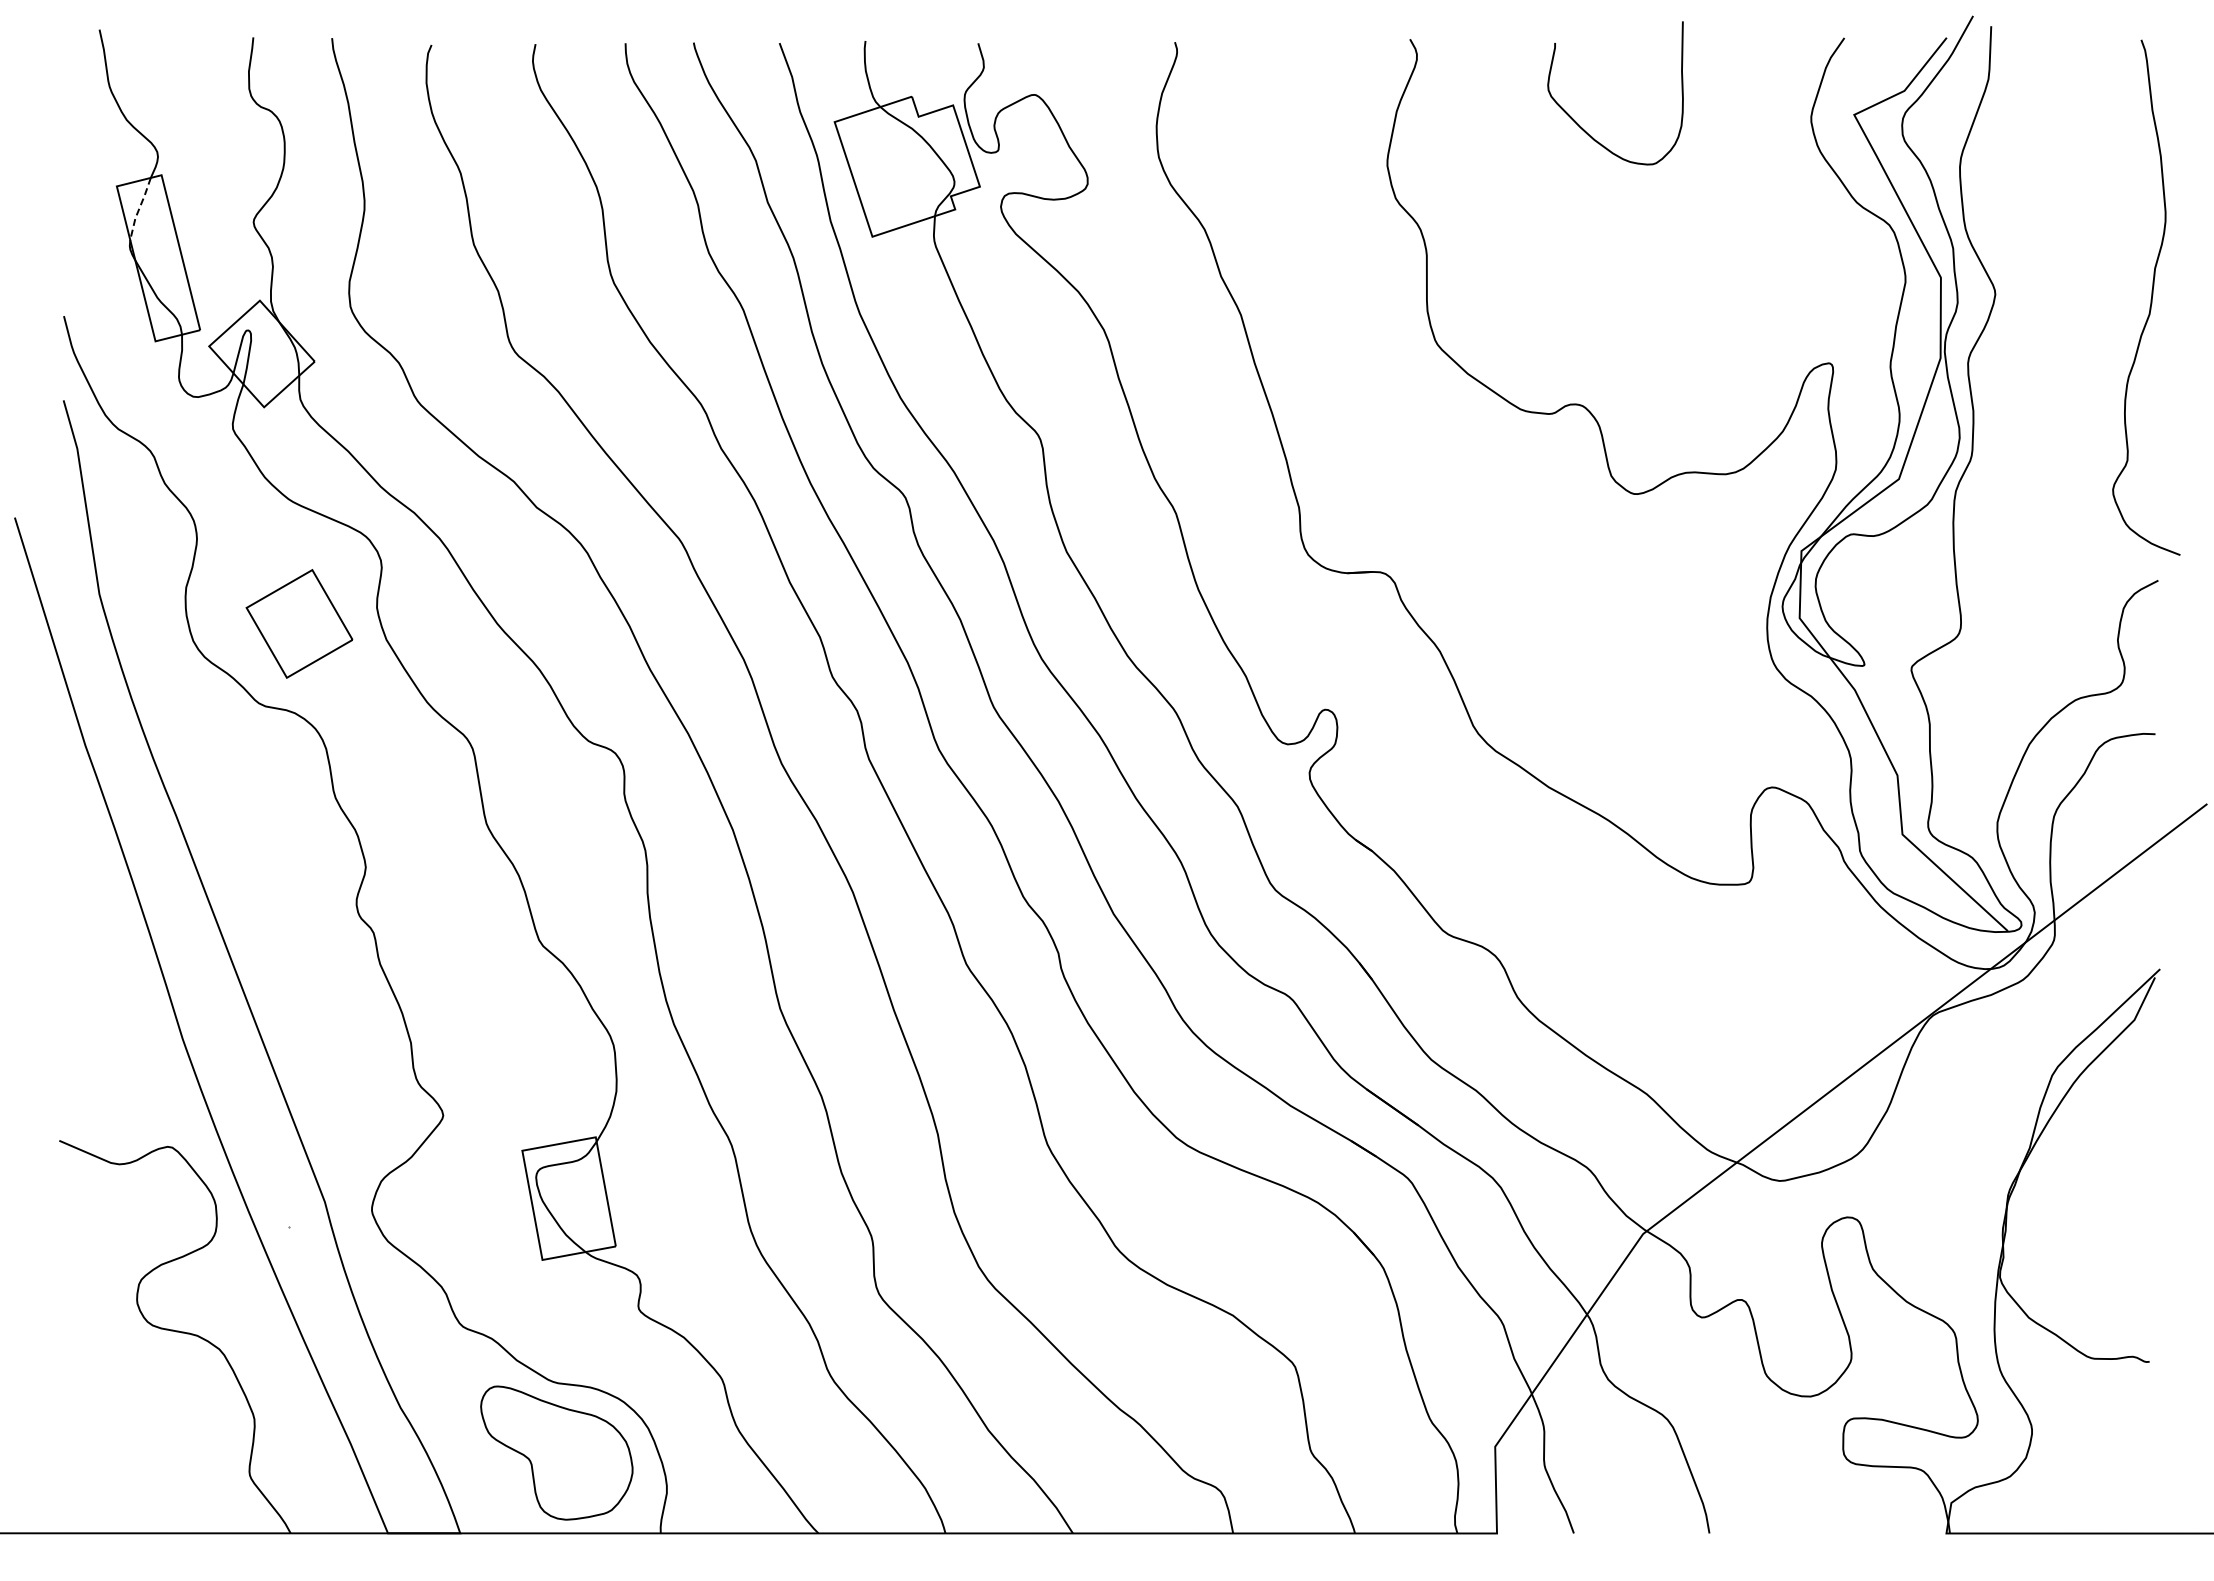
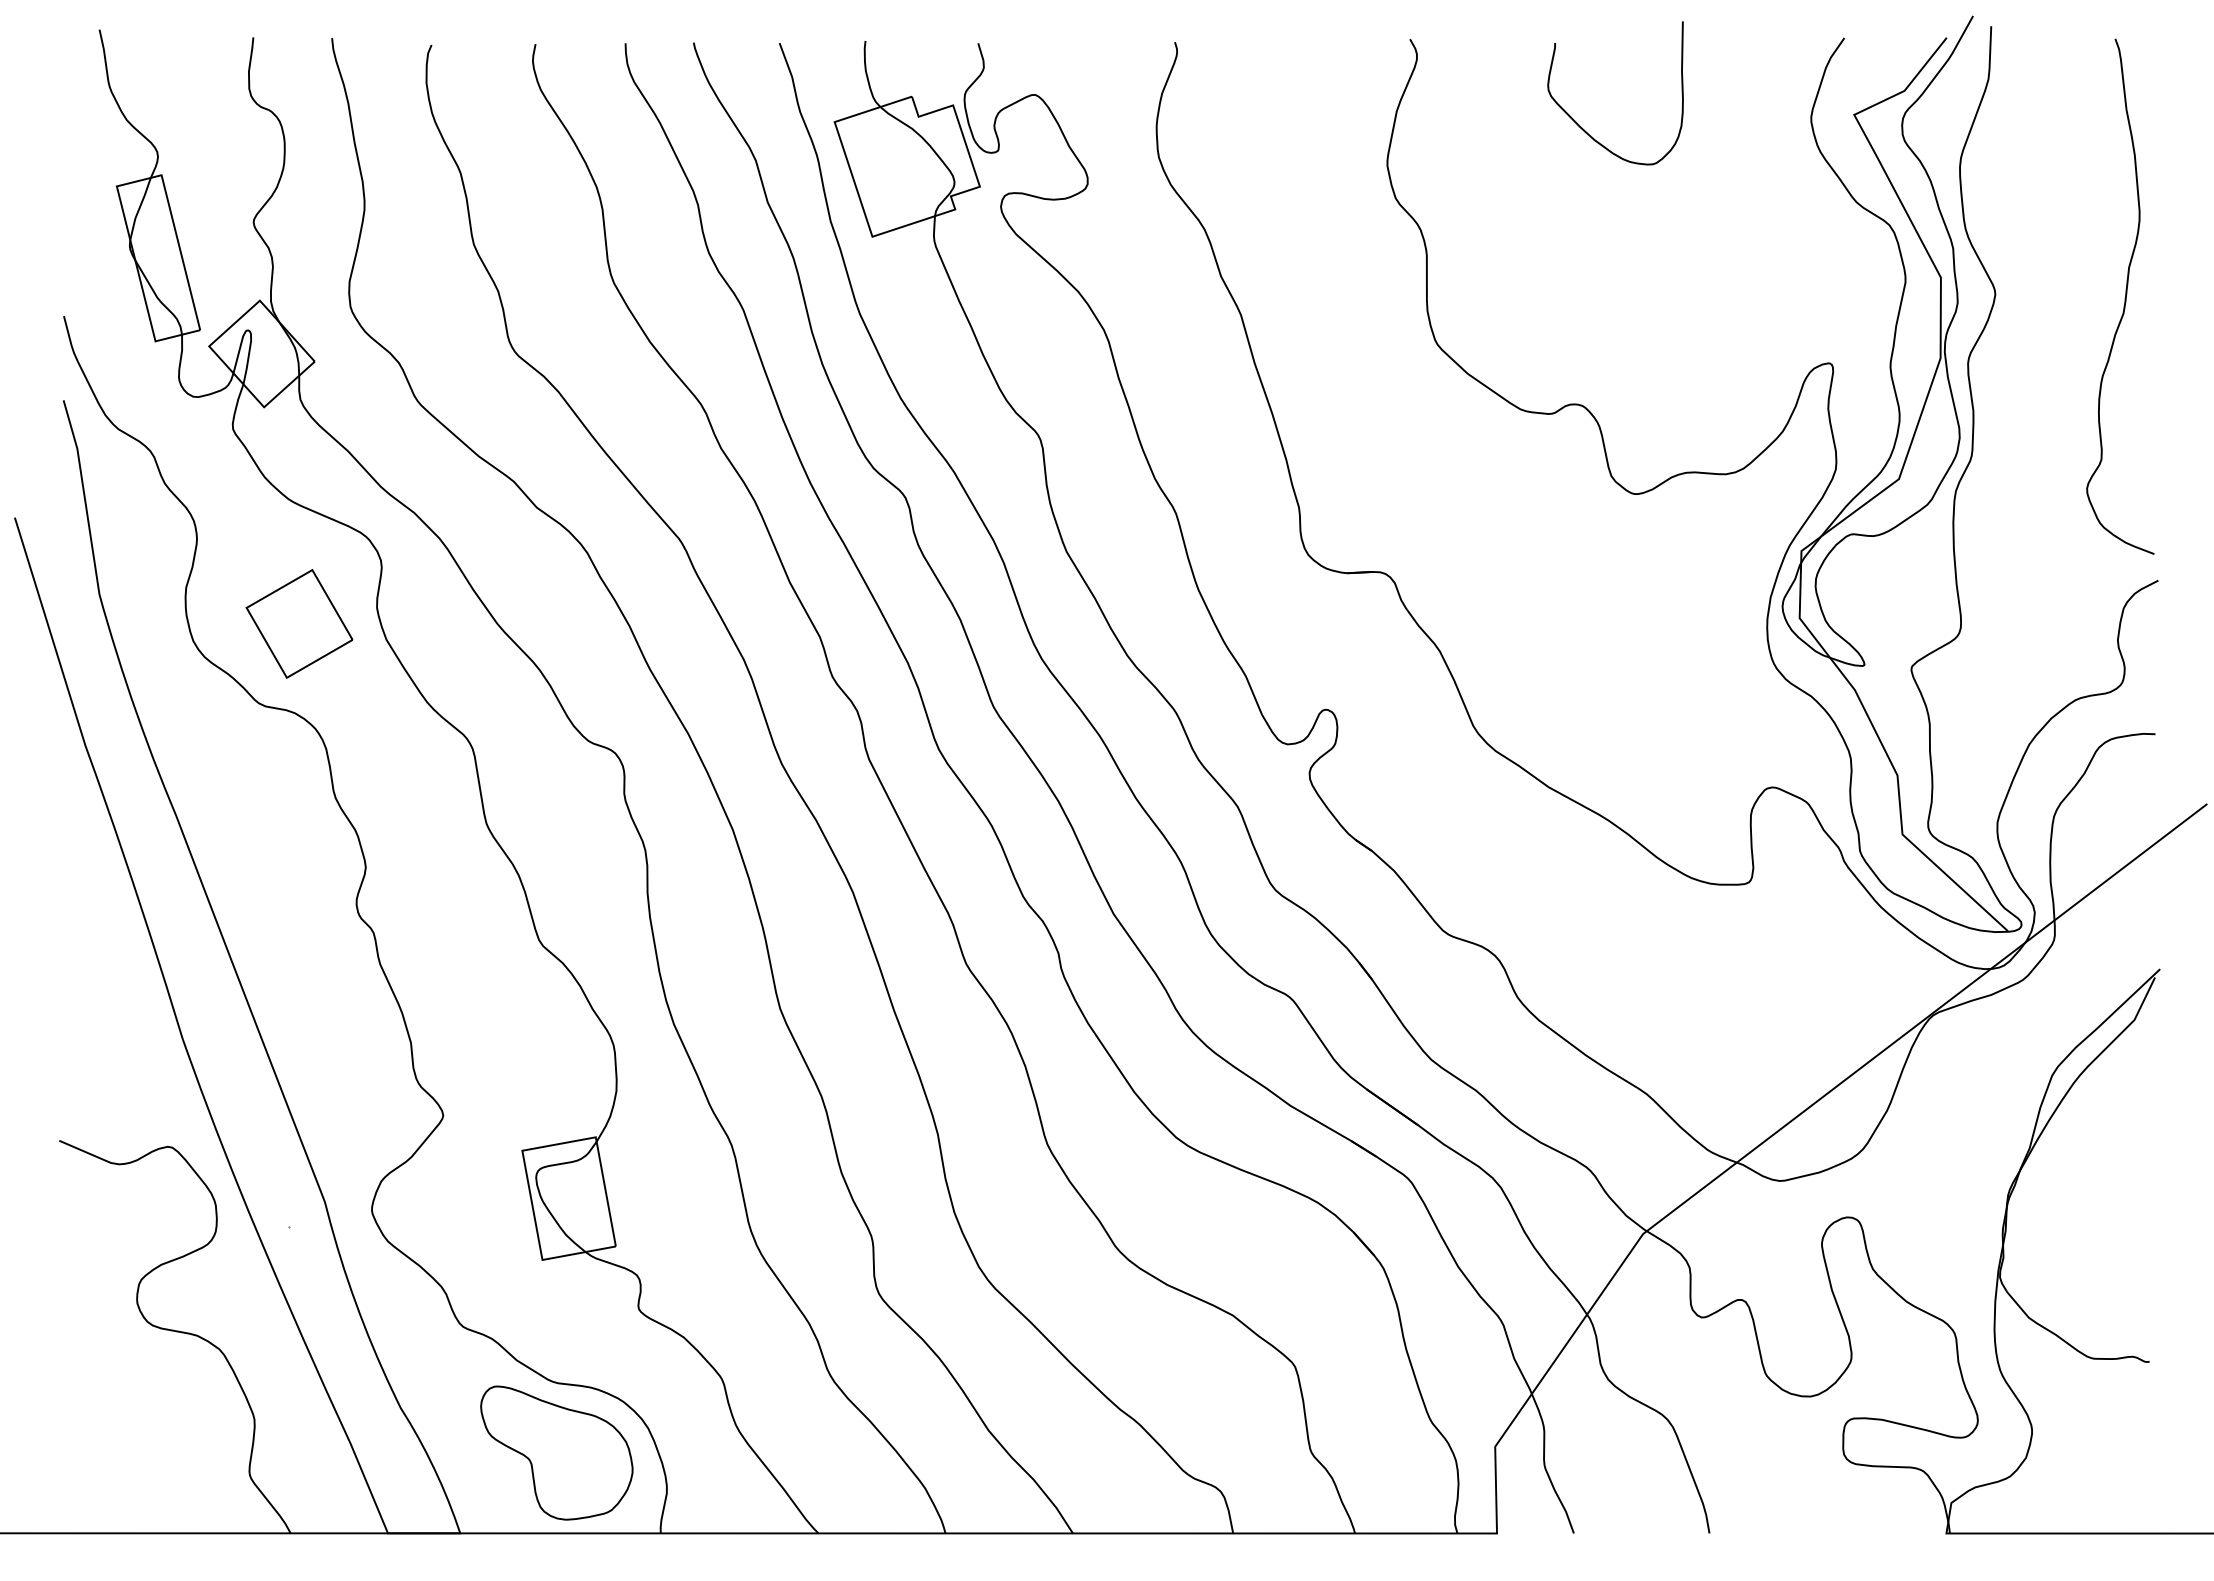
line at (139, 209): dashed -> solid
curve at (2150, 299) position: (2150, 299) -> (2124, 298)
